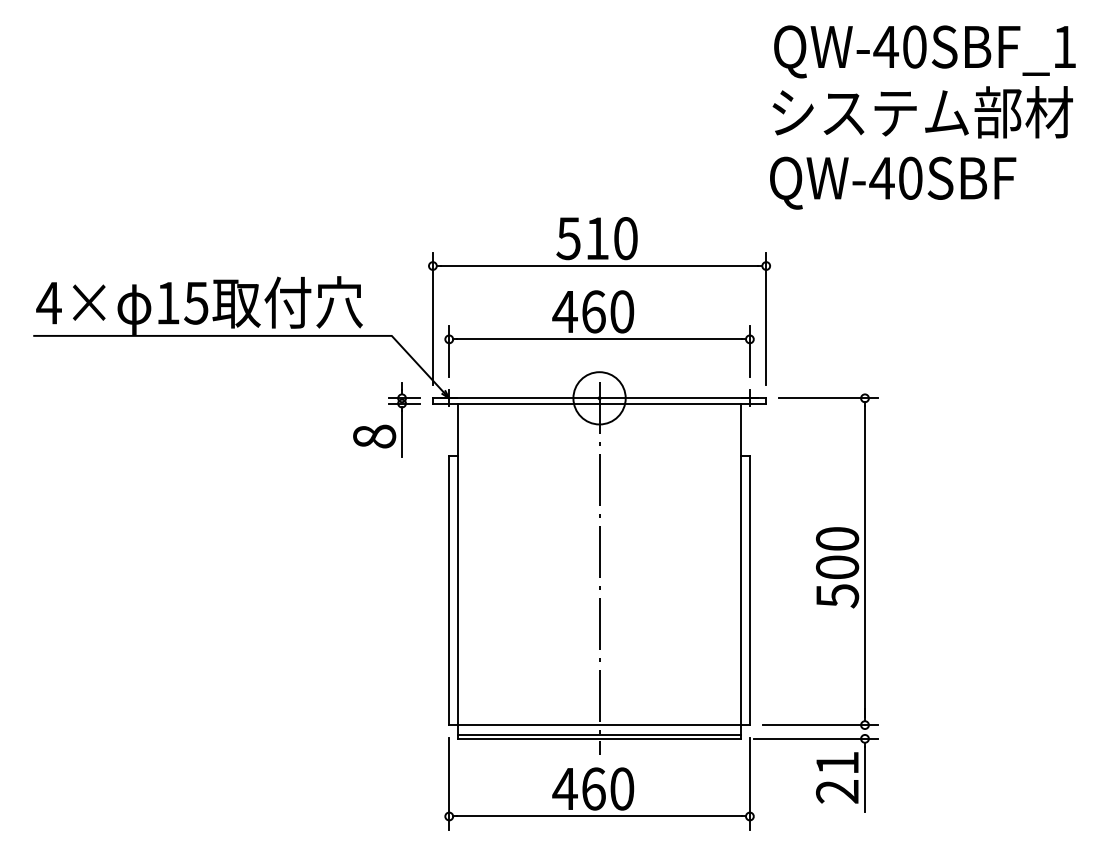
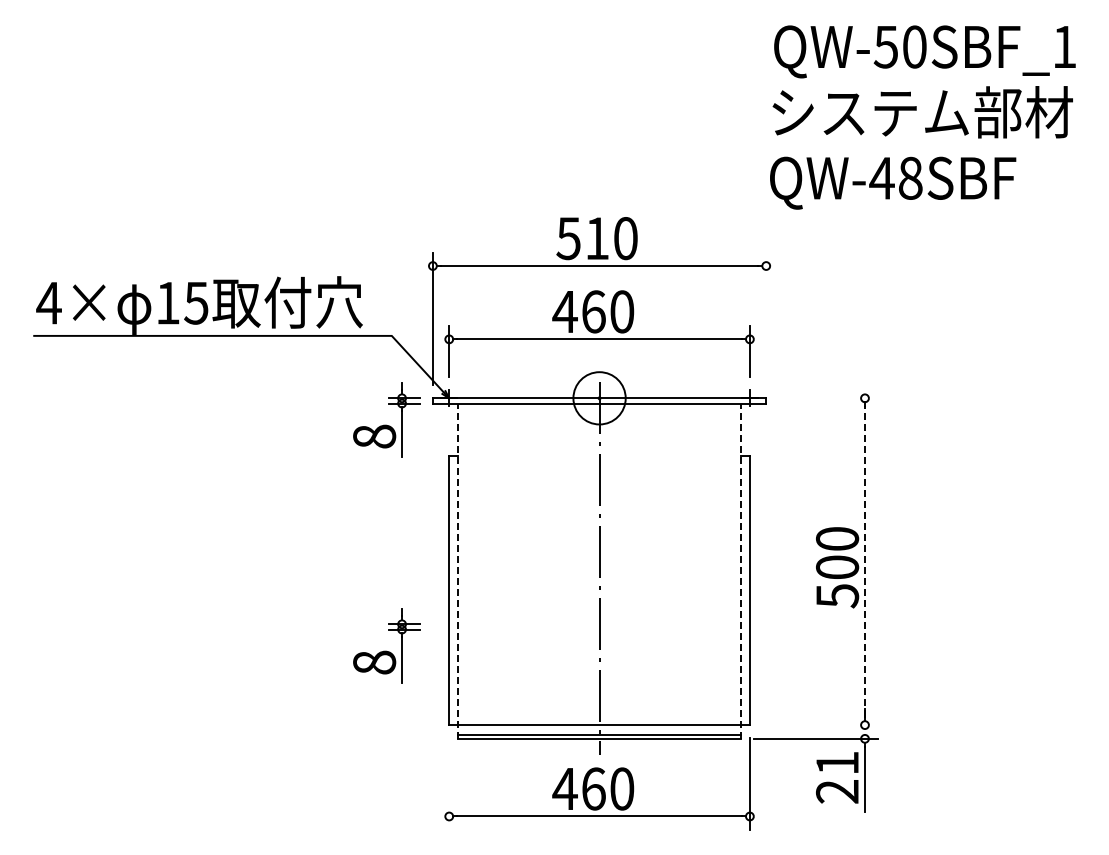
text at (885, 47): QW-40SBF_1 -> QW-50SBF_1
text at (910, 177): QW-40SBF -> QW-48SBF
line at (766, 318): present -> none
line at (828, 398): present -> none
line at (864, 561): solid -> dashed
line at (458, 571): solid -> dashed
line at (740, 571): solid -> dashed
part at (386, 645): none -> present
line at (820, 725): present -> none
line at (449, 783): present -> none
